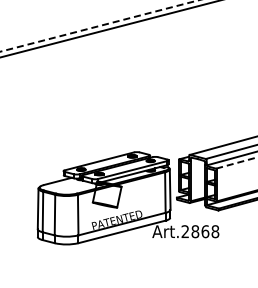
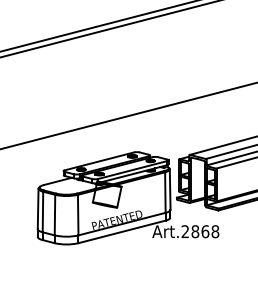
line at (99, 26): dashed -> solid
line at (128, 115): none -> present
line at (237, 162): dashed -> solid
